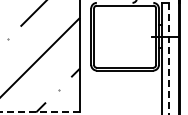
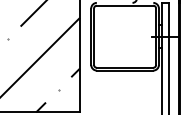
line at (168, 58): dashed -> solid
line at (40, 112): dashed -> solid
